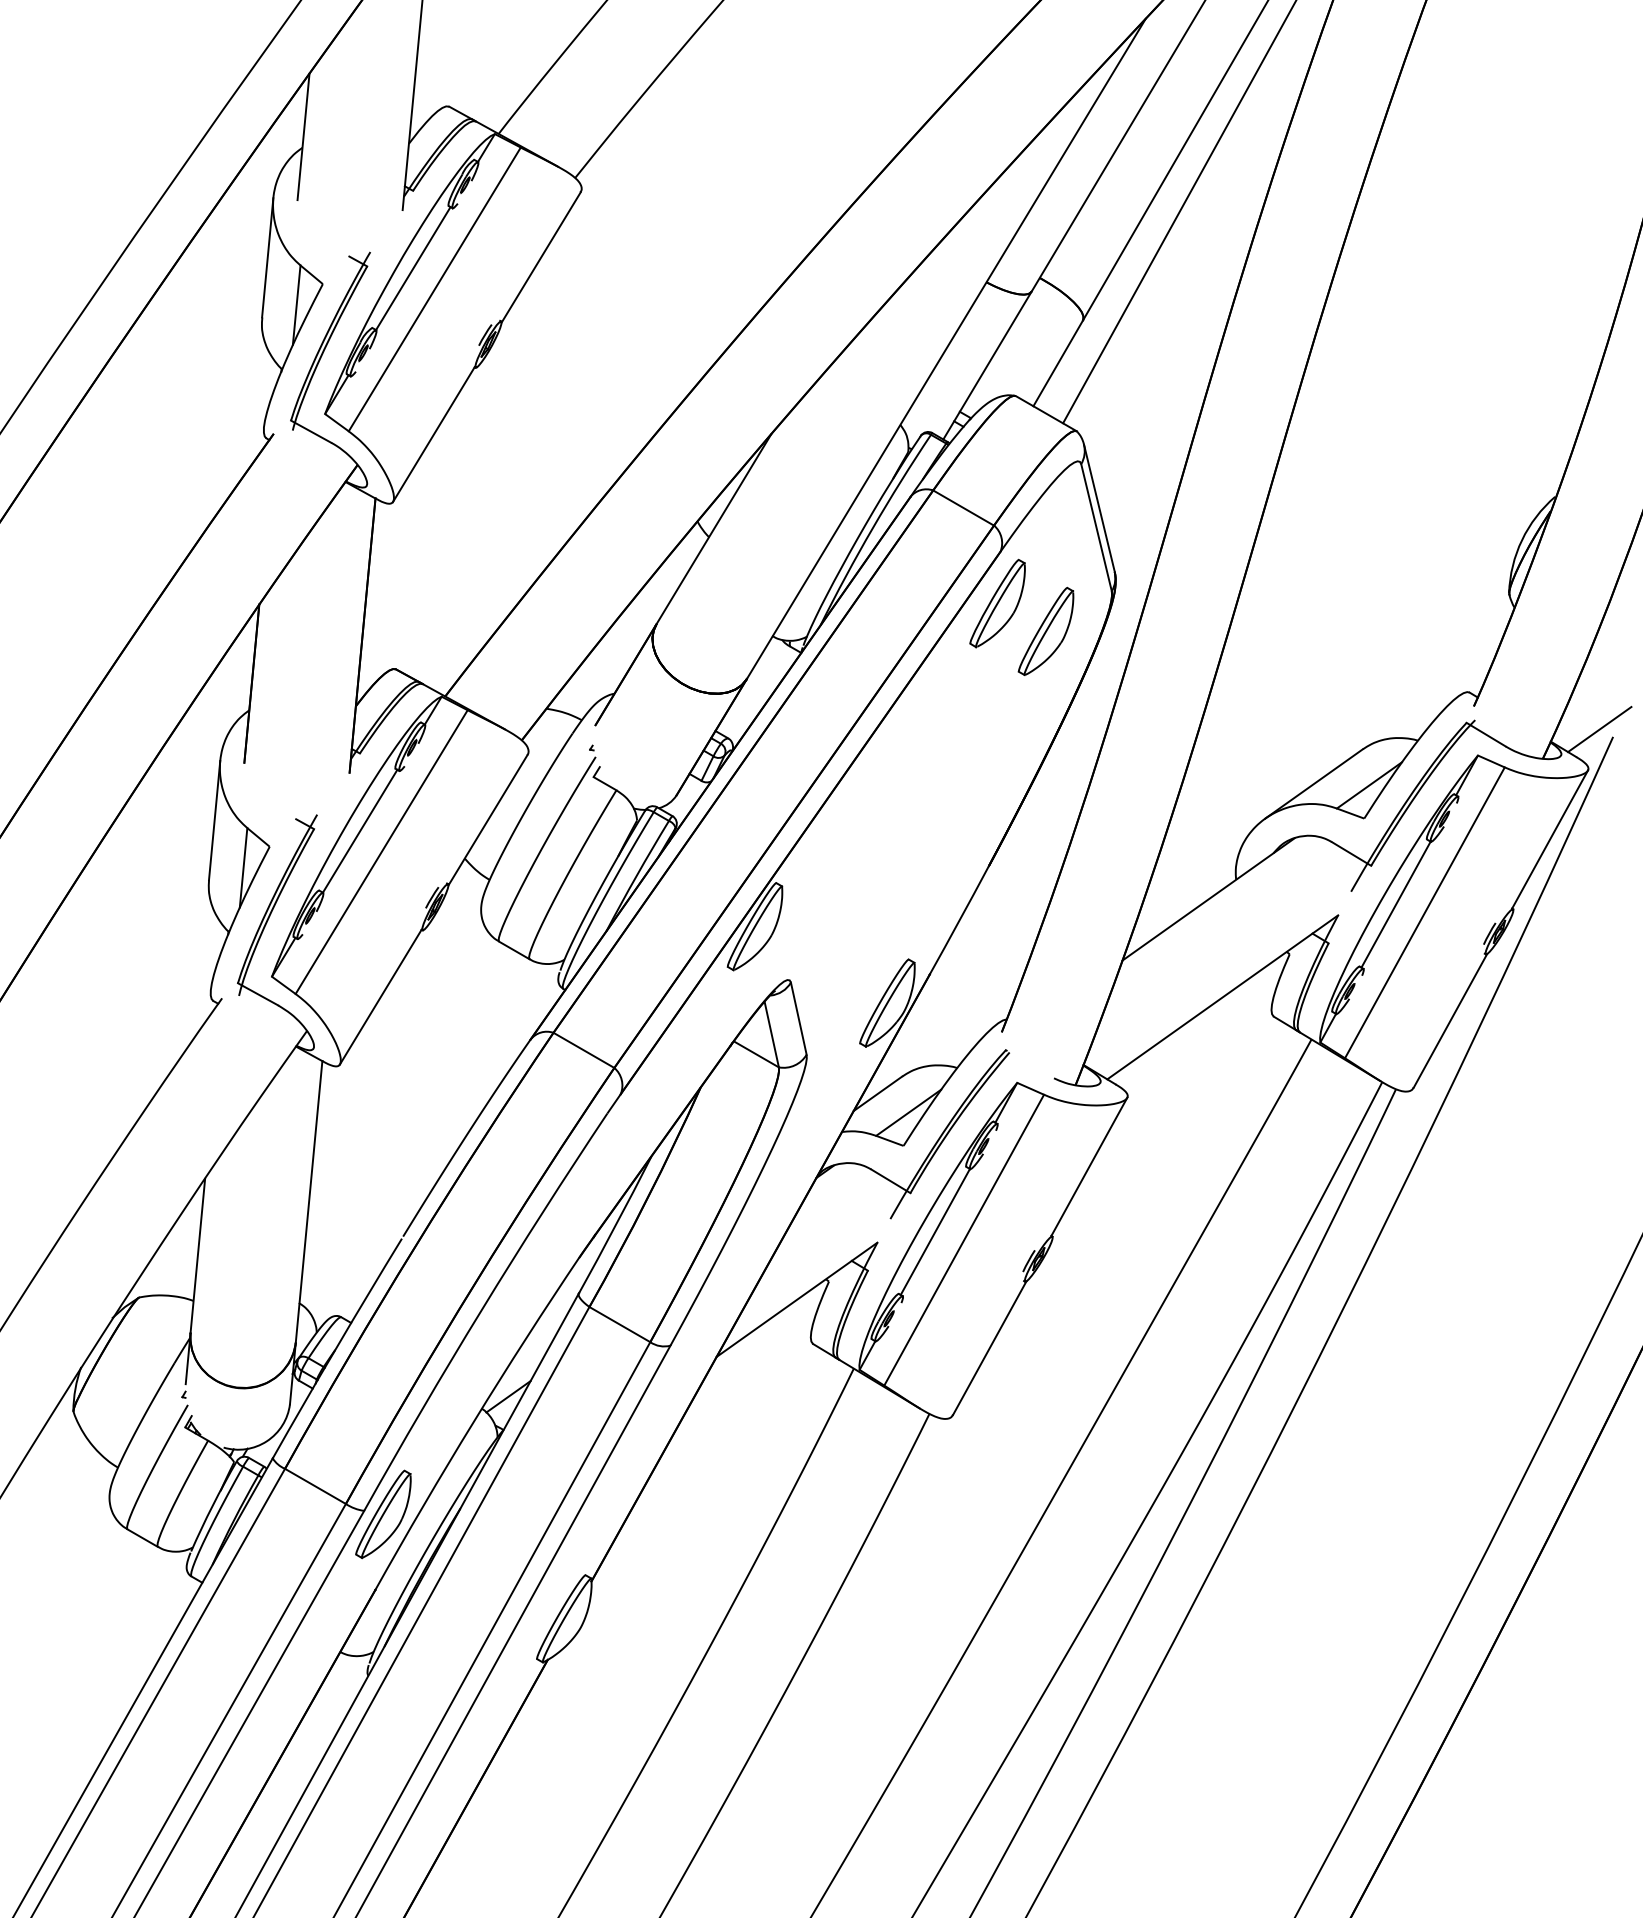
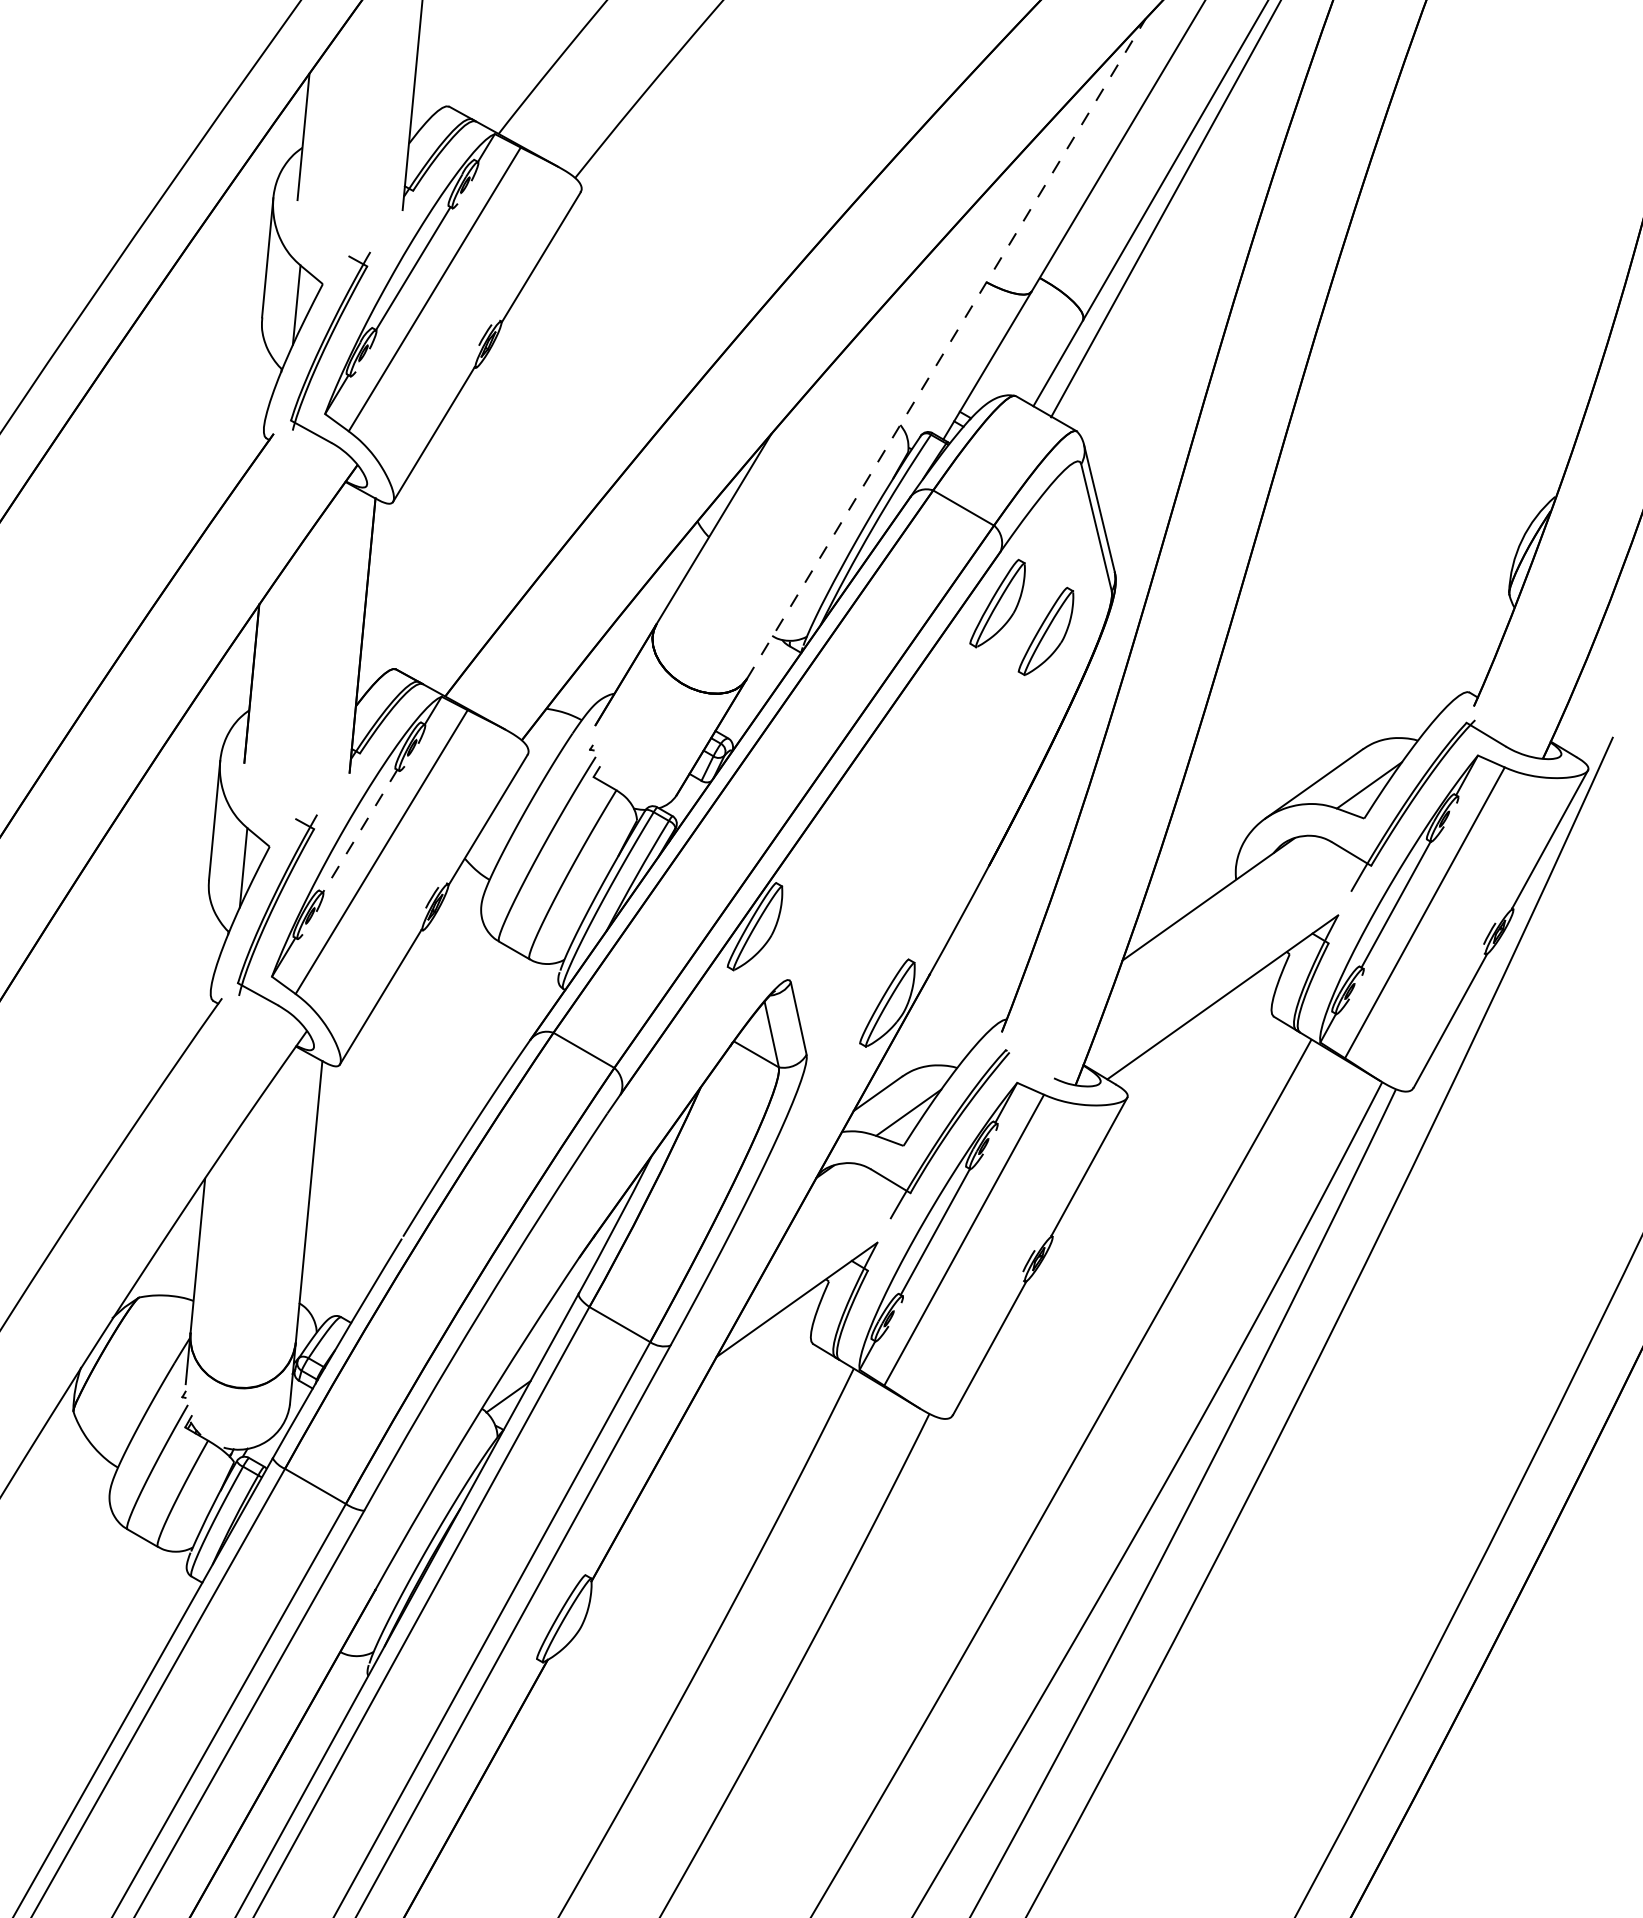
line at (1179, 212) position: (1179, 212) -> (1165, 209)
line at (946, 348): solid -> dashed
line at (1599, 729): present -> none
line at (360, 831): solid -> dashed
part at (383, 1514): present -> none
